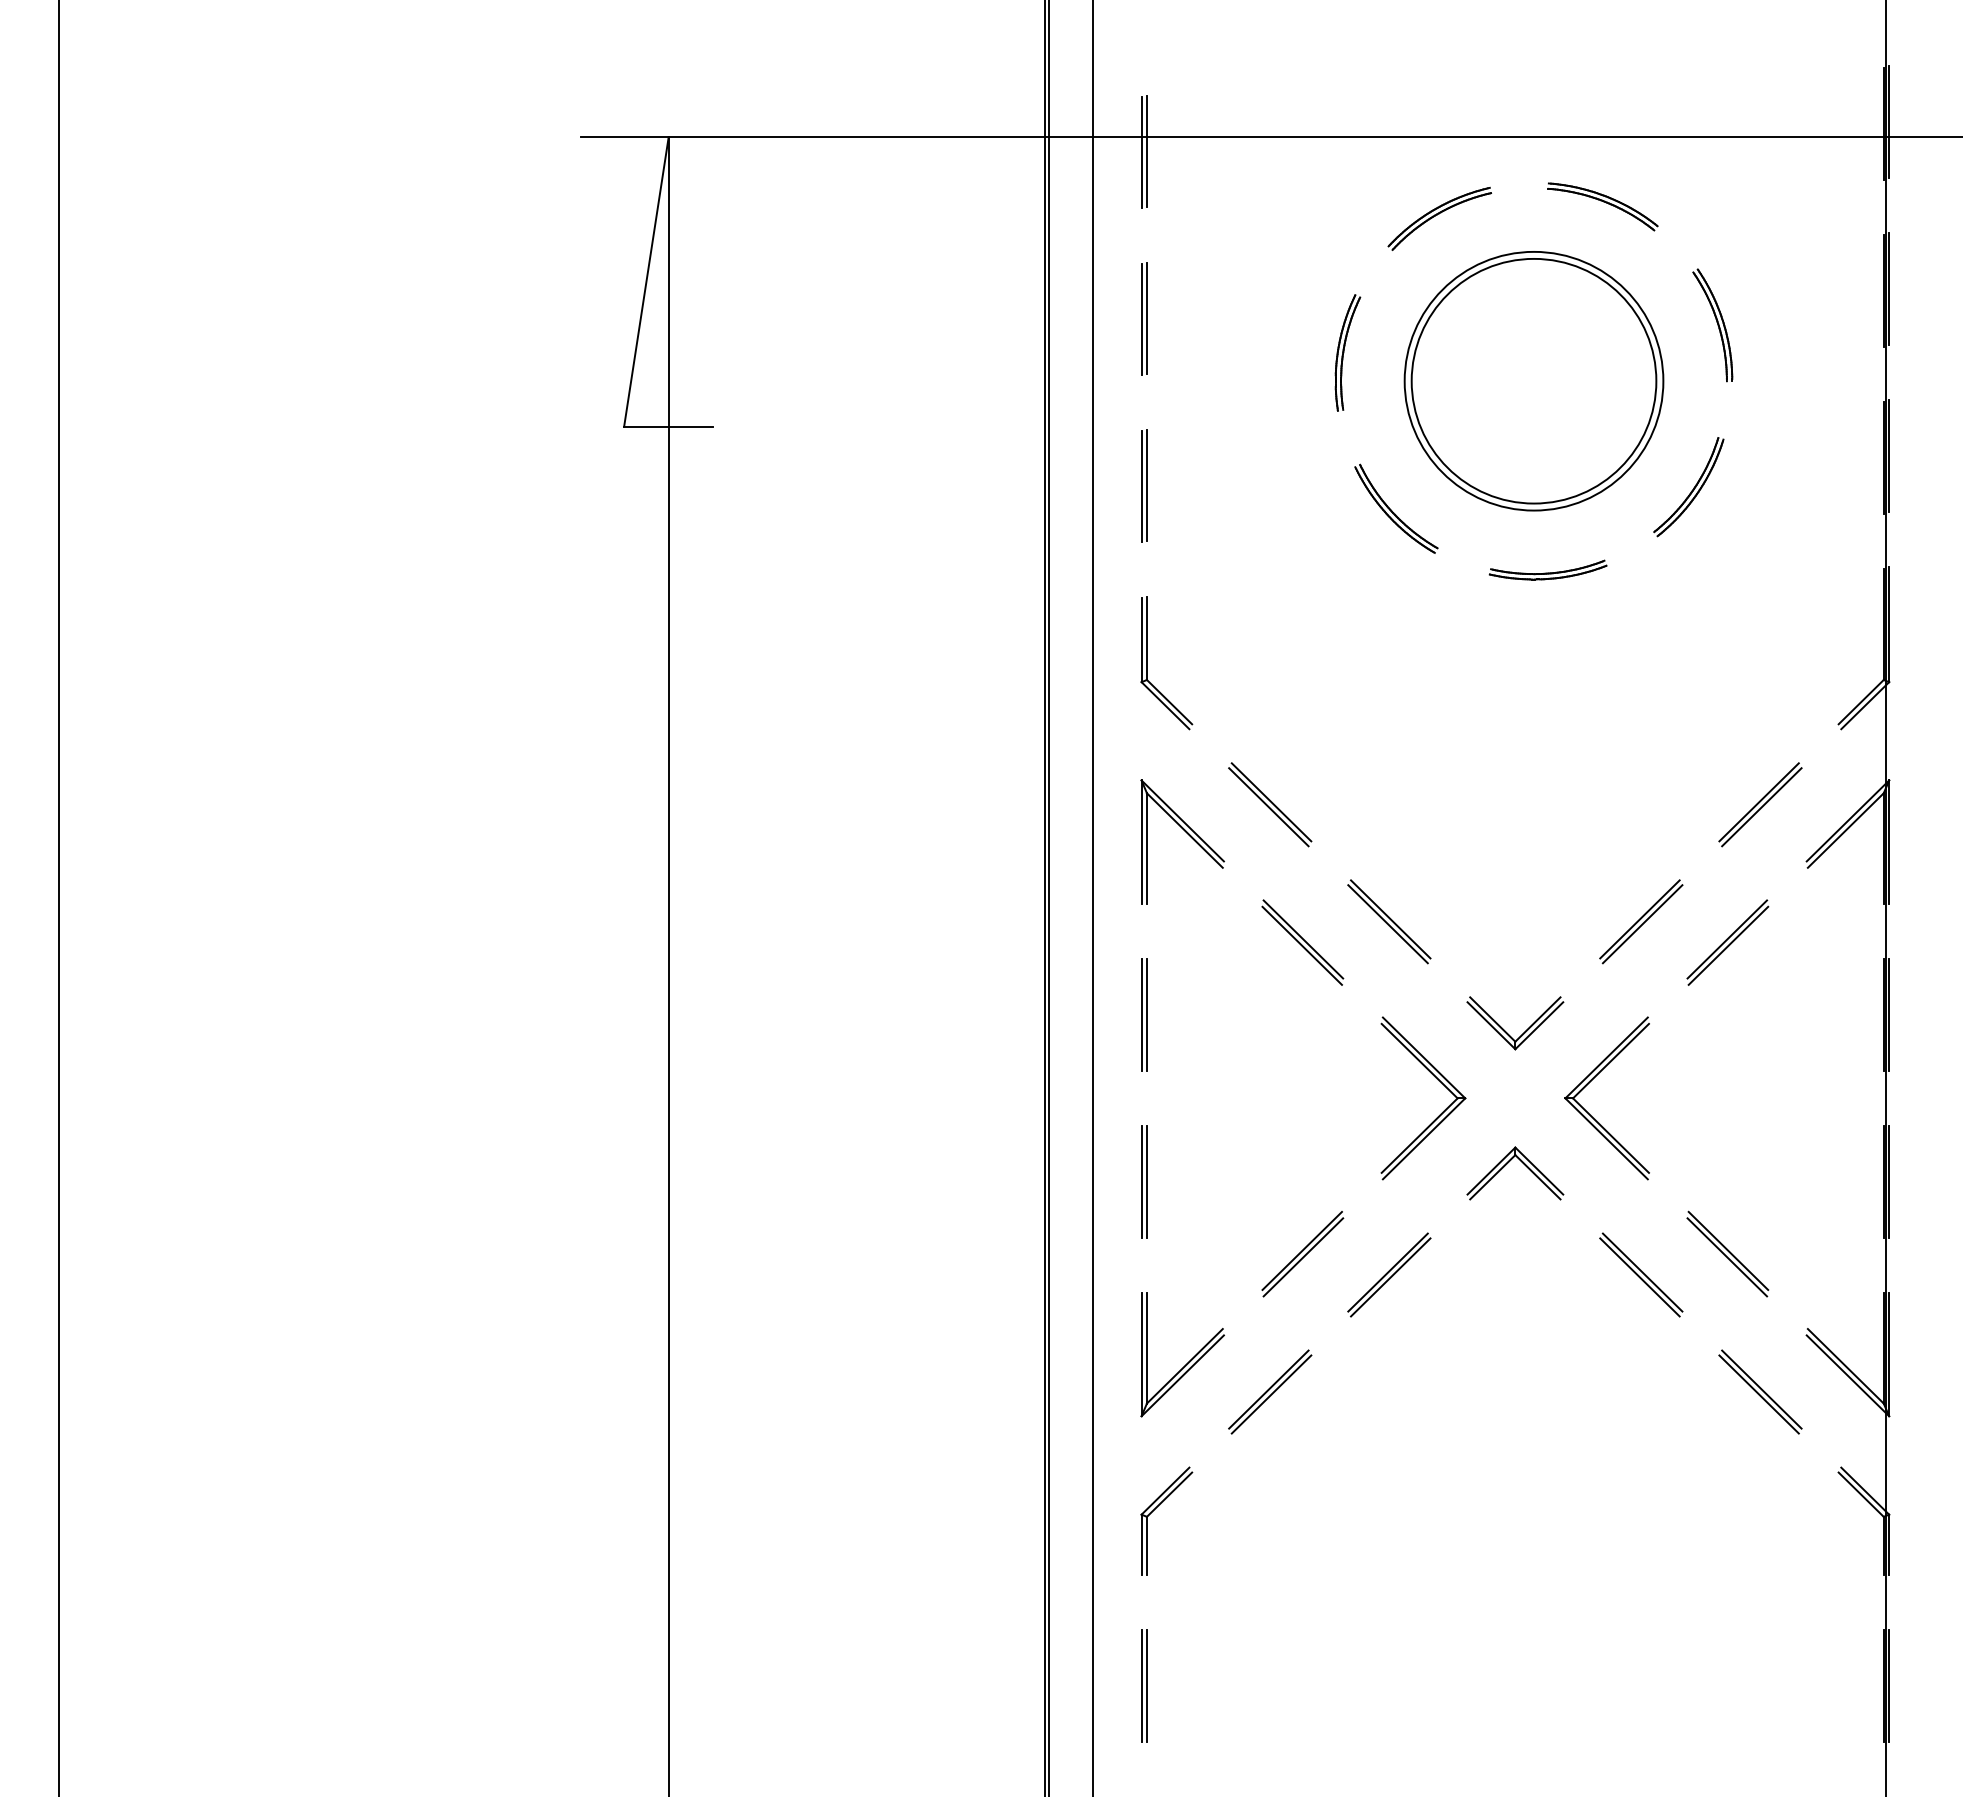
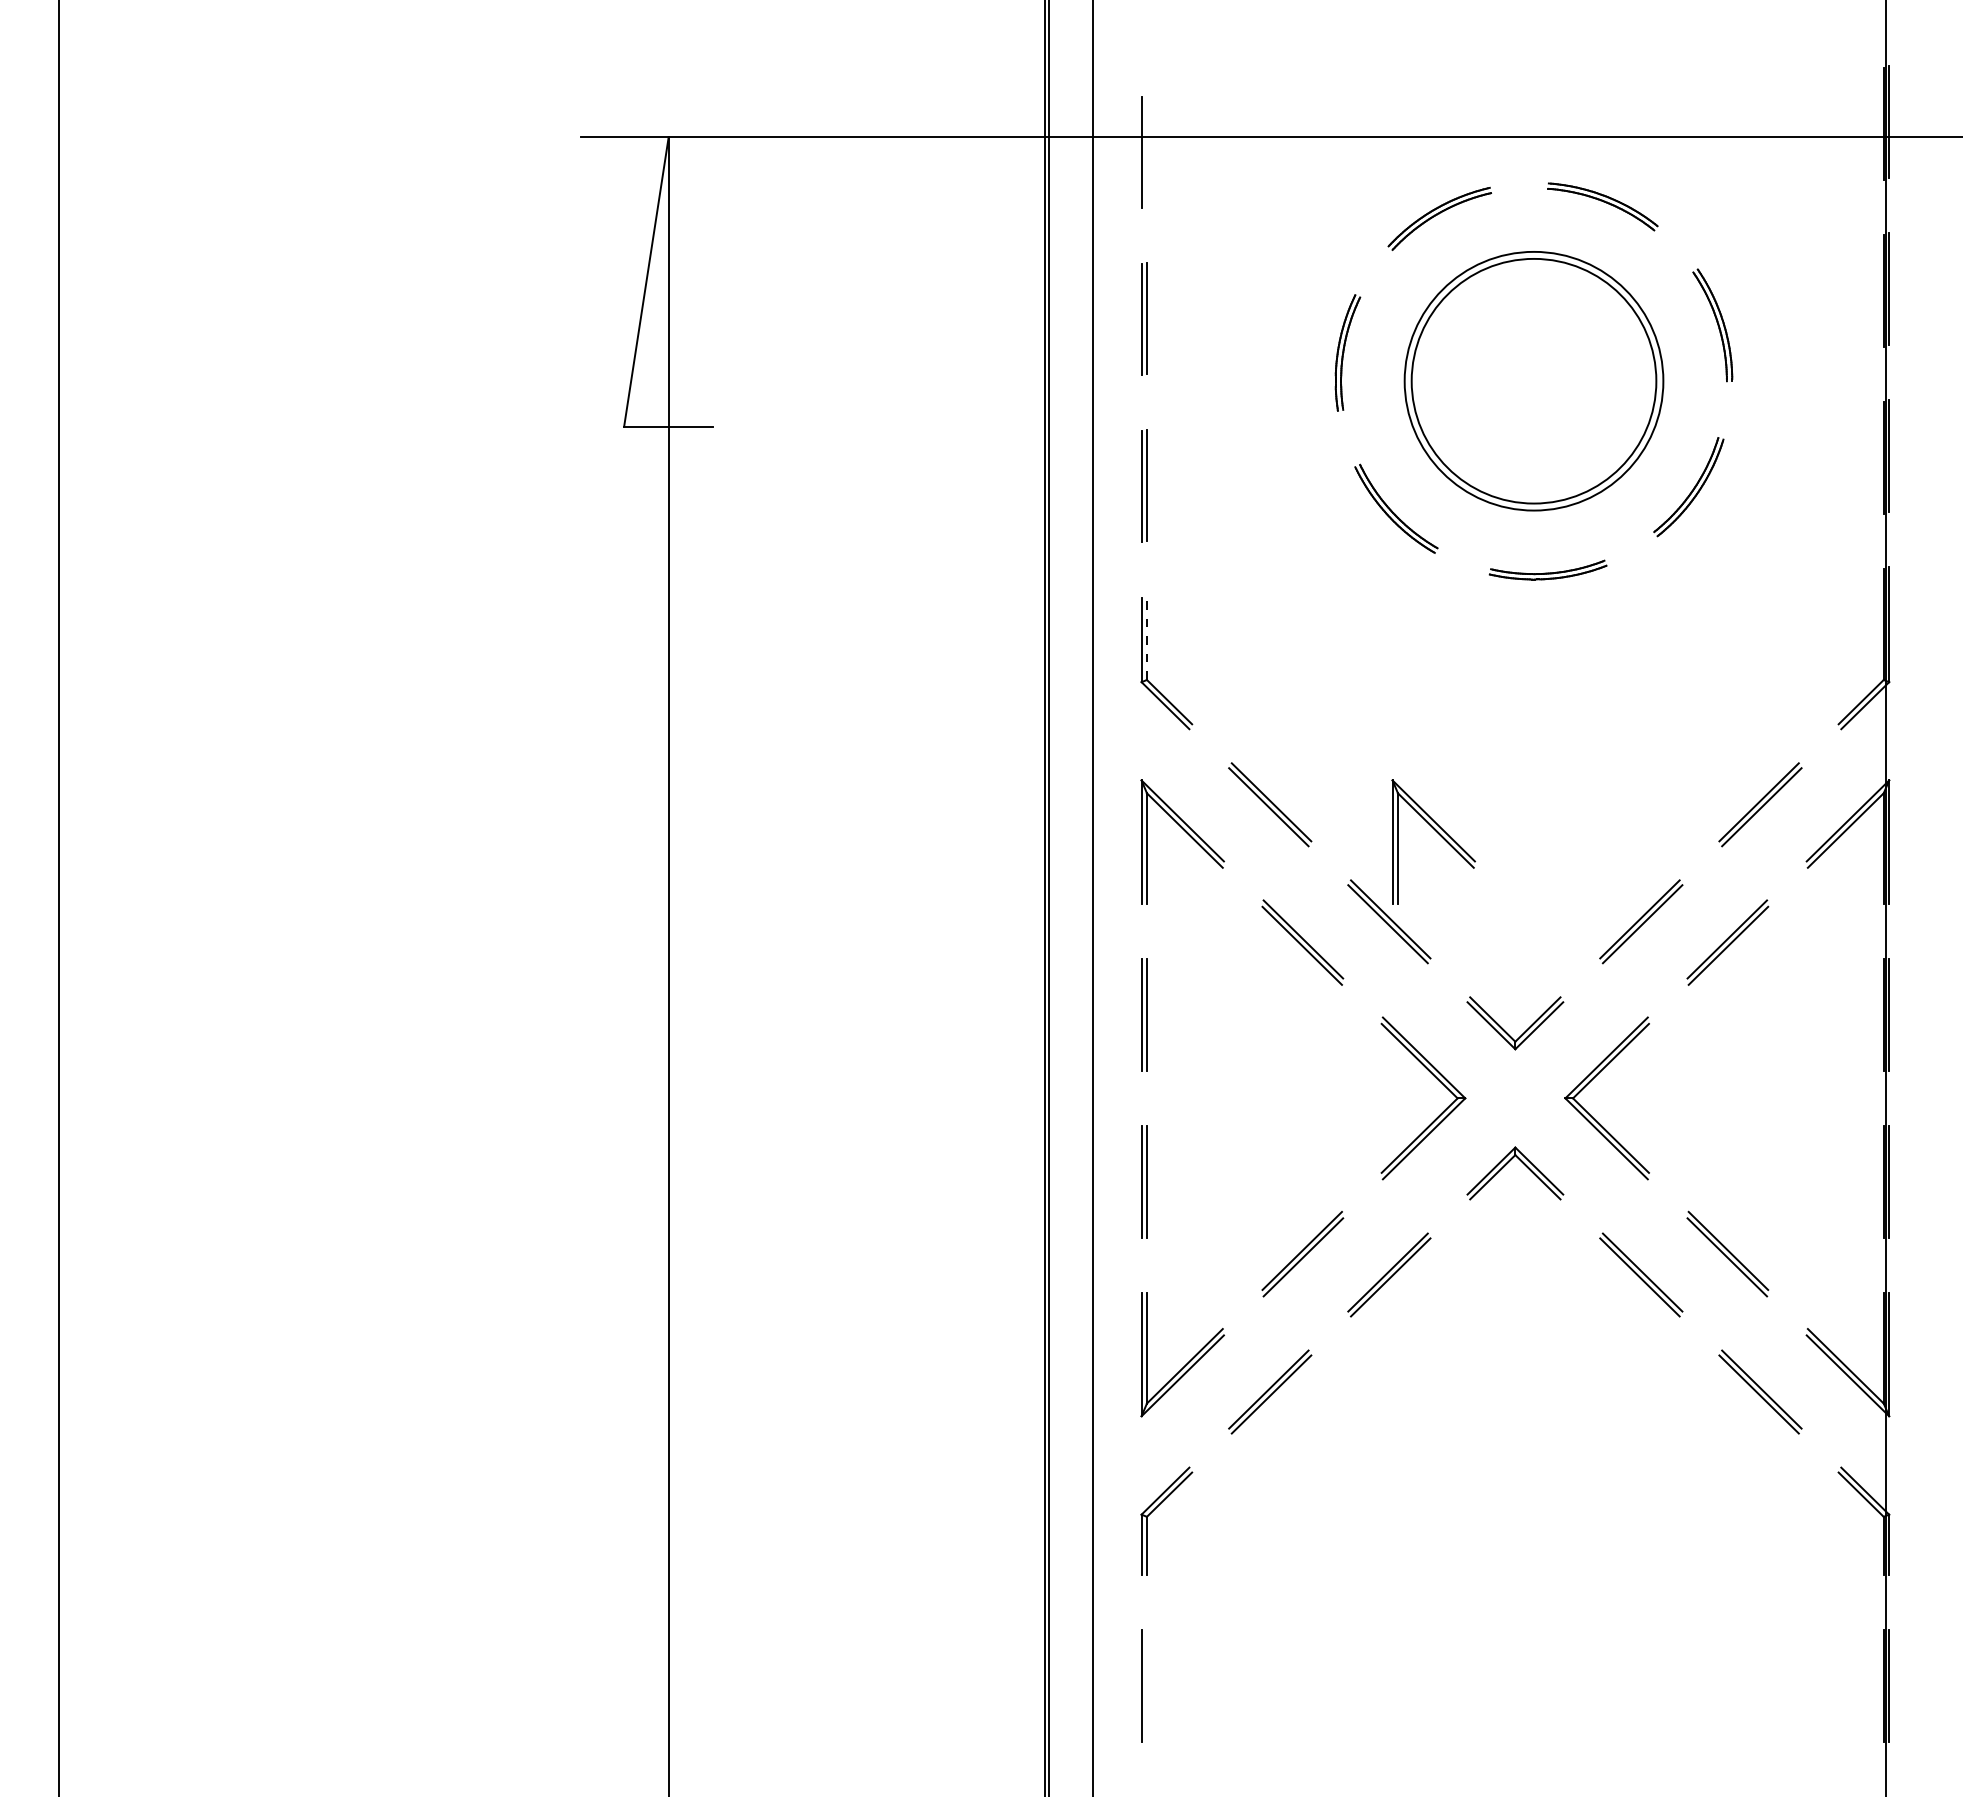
line at (1146, 151): present -> none
line at (1146, 638): solid -> dashed
part at (1439, 835): none -> present
line at (1146, 1685): present -> none
